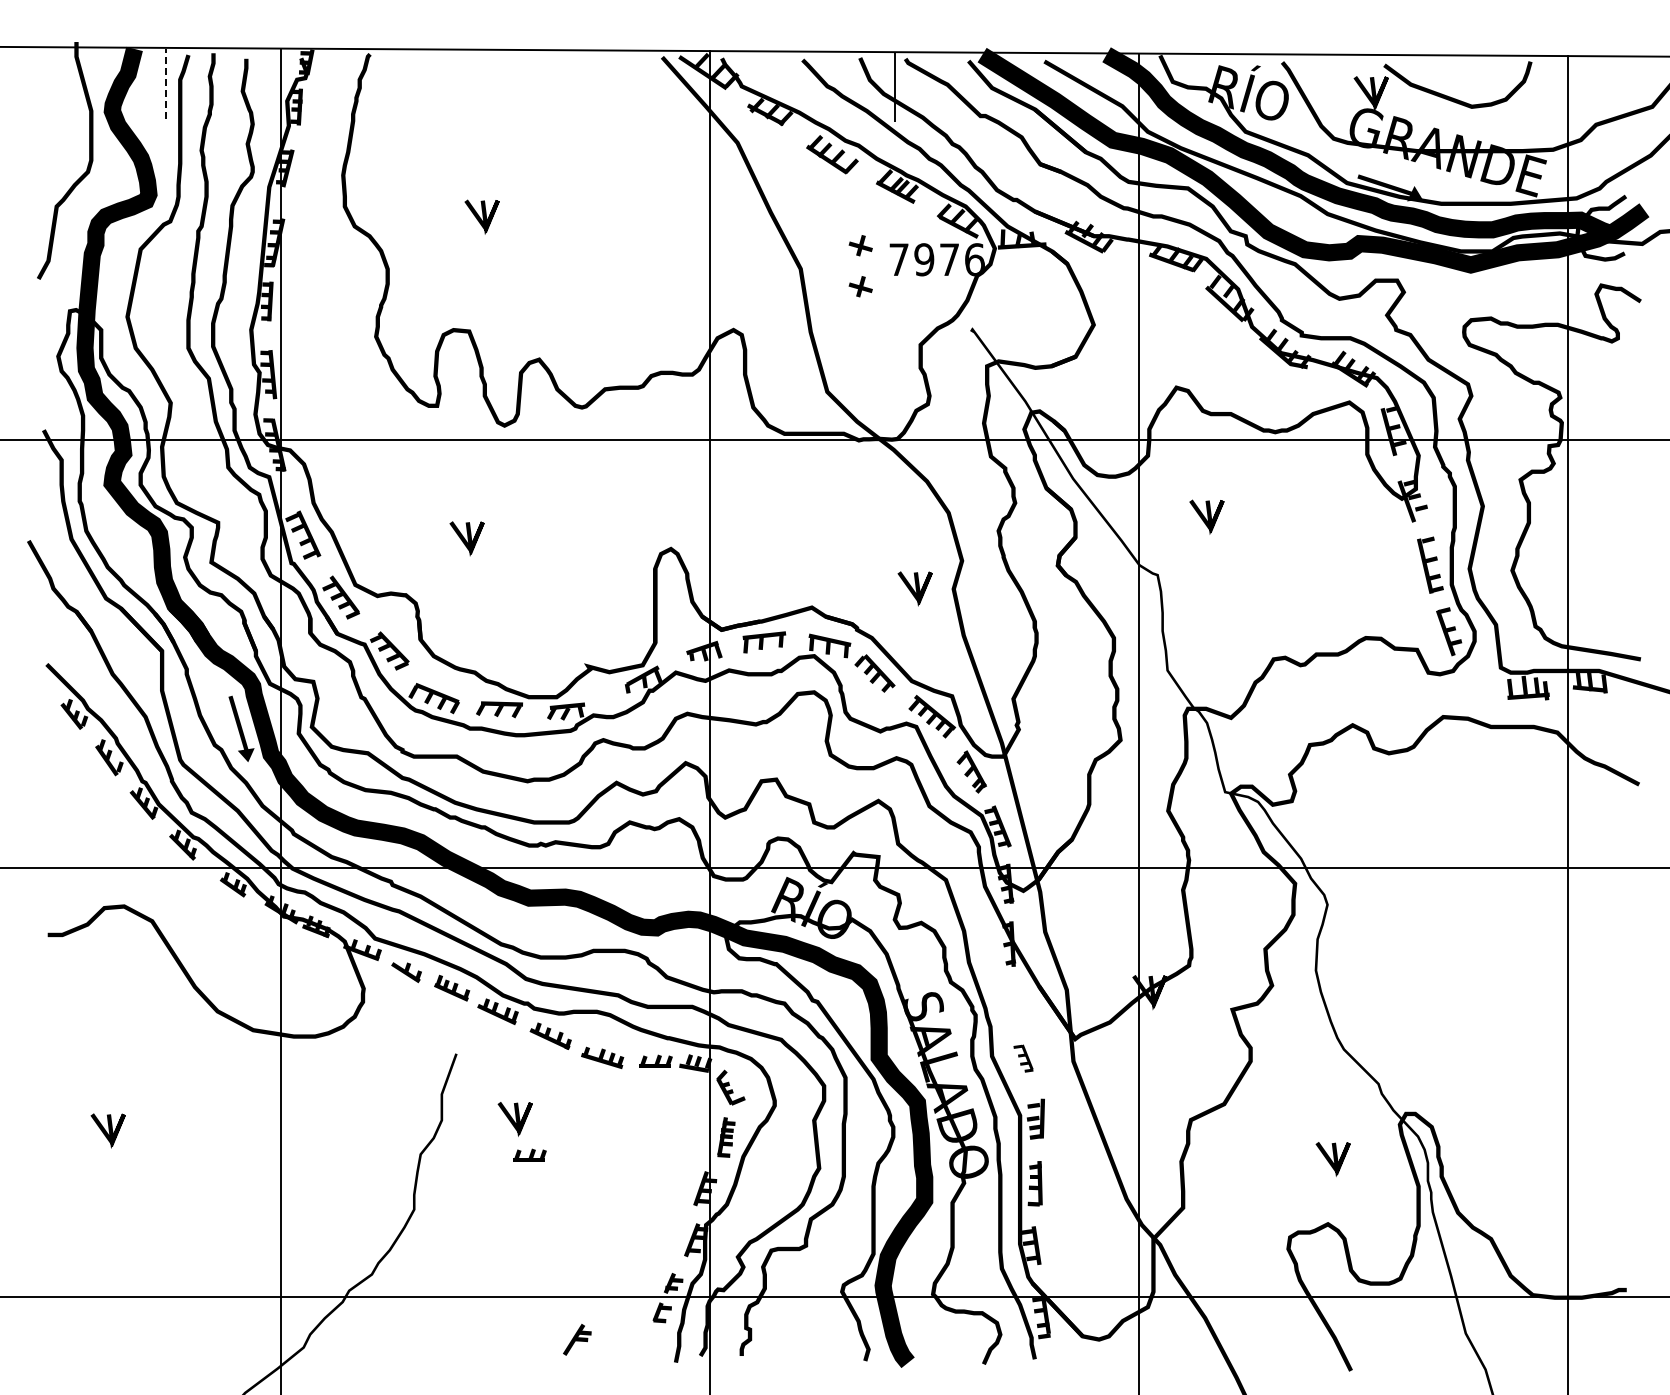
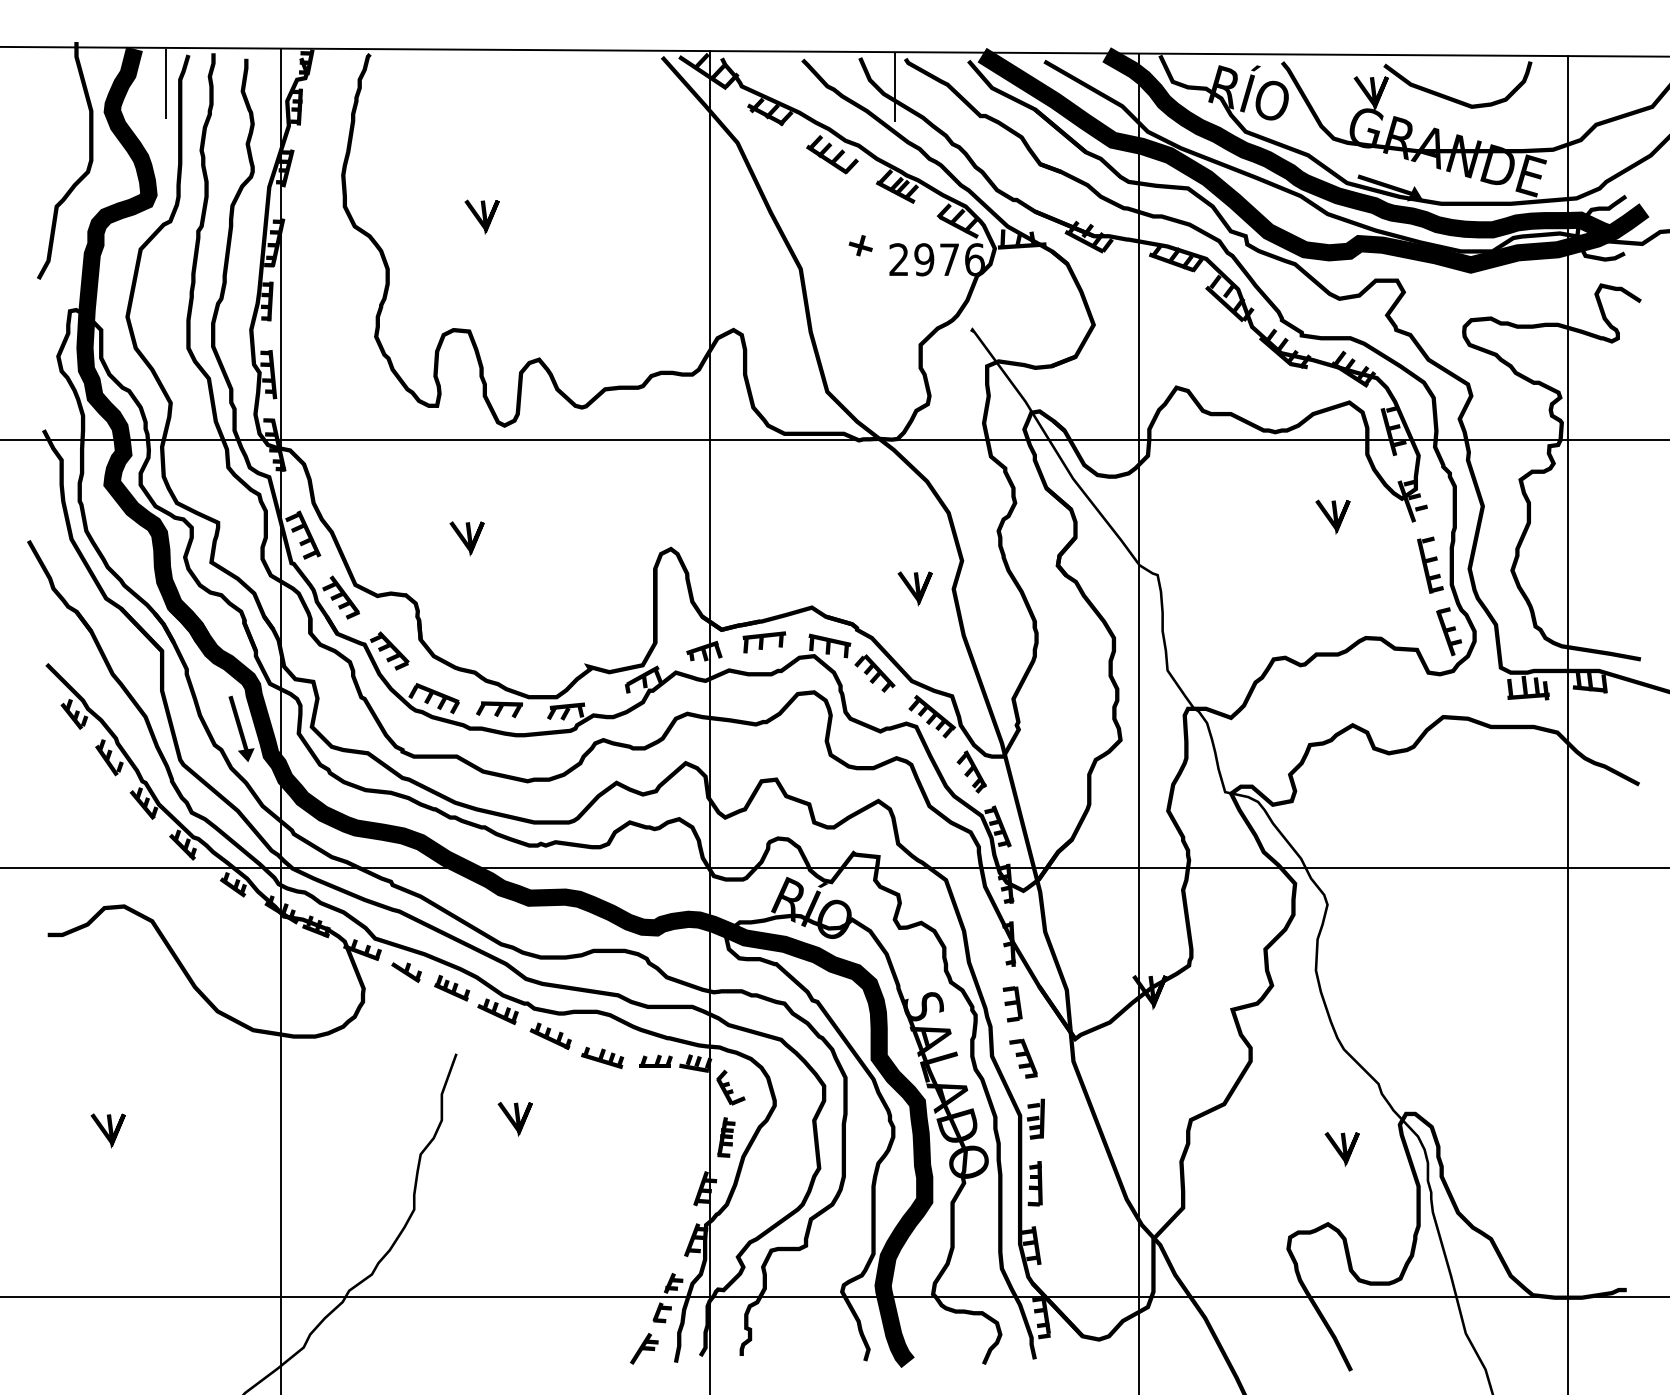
line at (166, 83): dashed -> solid
text at (898, 259): 7976 -> 2976
part at (860, 286): present -> none
line at (1207, 516) position: (1207, 516) -> (1333, 516)
part at (1012, 1004): none -> present
part at (1023, 1058) size: 21x29 px -> 29x41 px
part at (529, 1154): present -> none
line at (1331, 1159) position: (1331, 1159) -> (1340, 1149)
part at (577, 1339) position: (577, 1339) -> (644, 1348)
